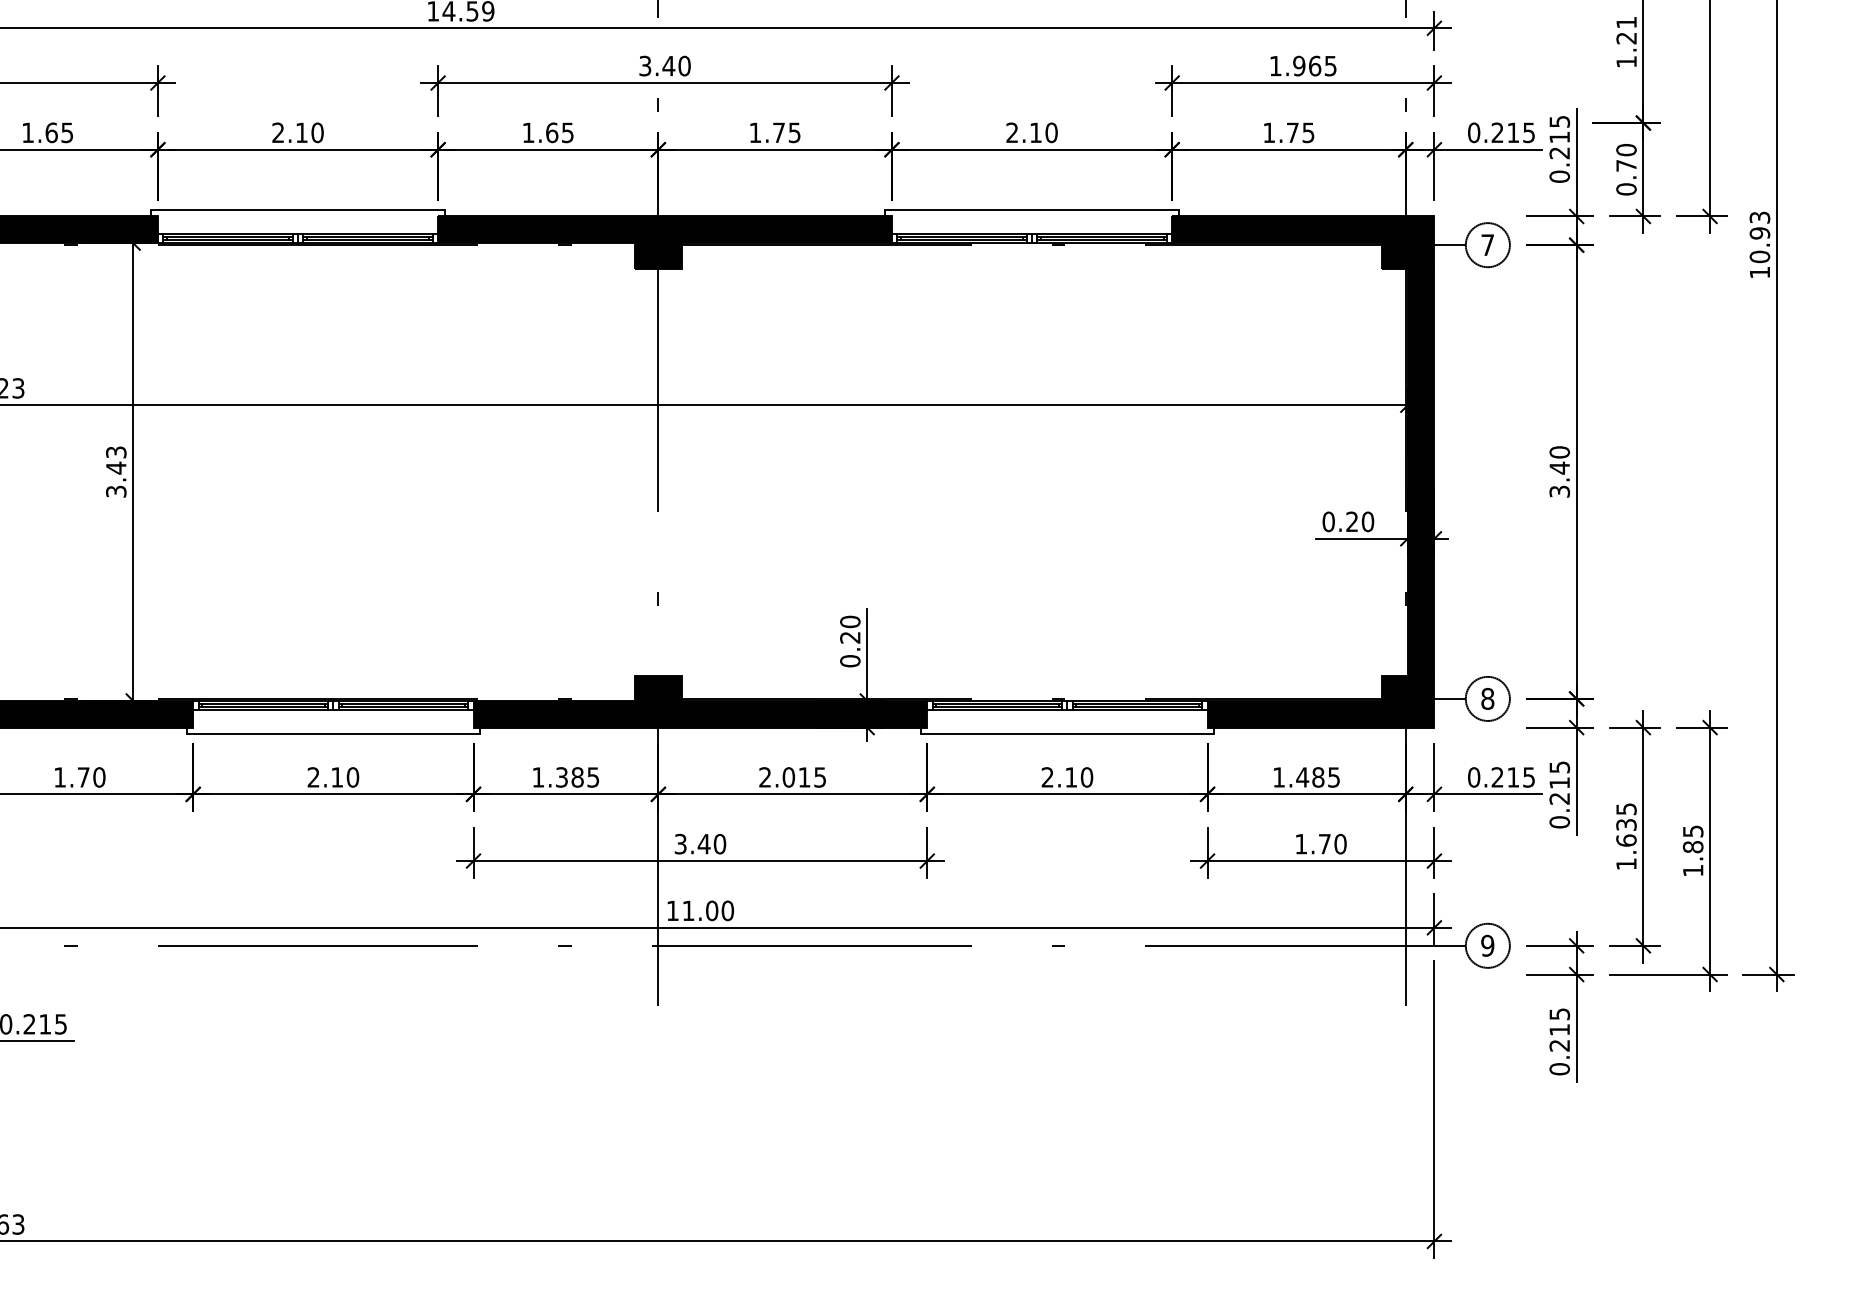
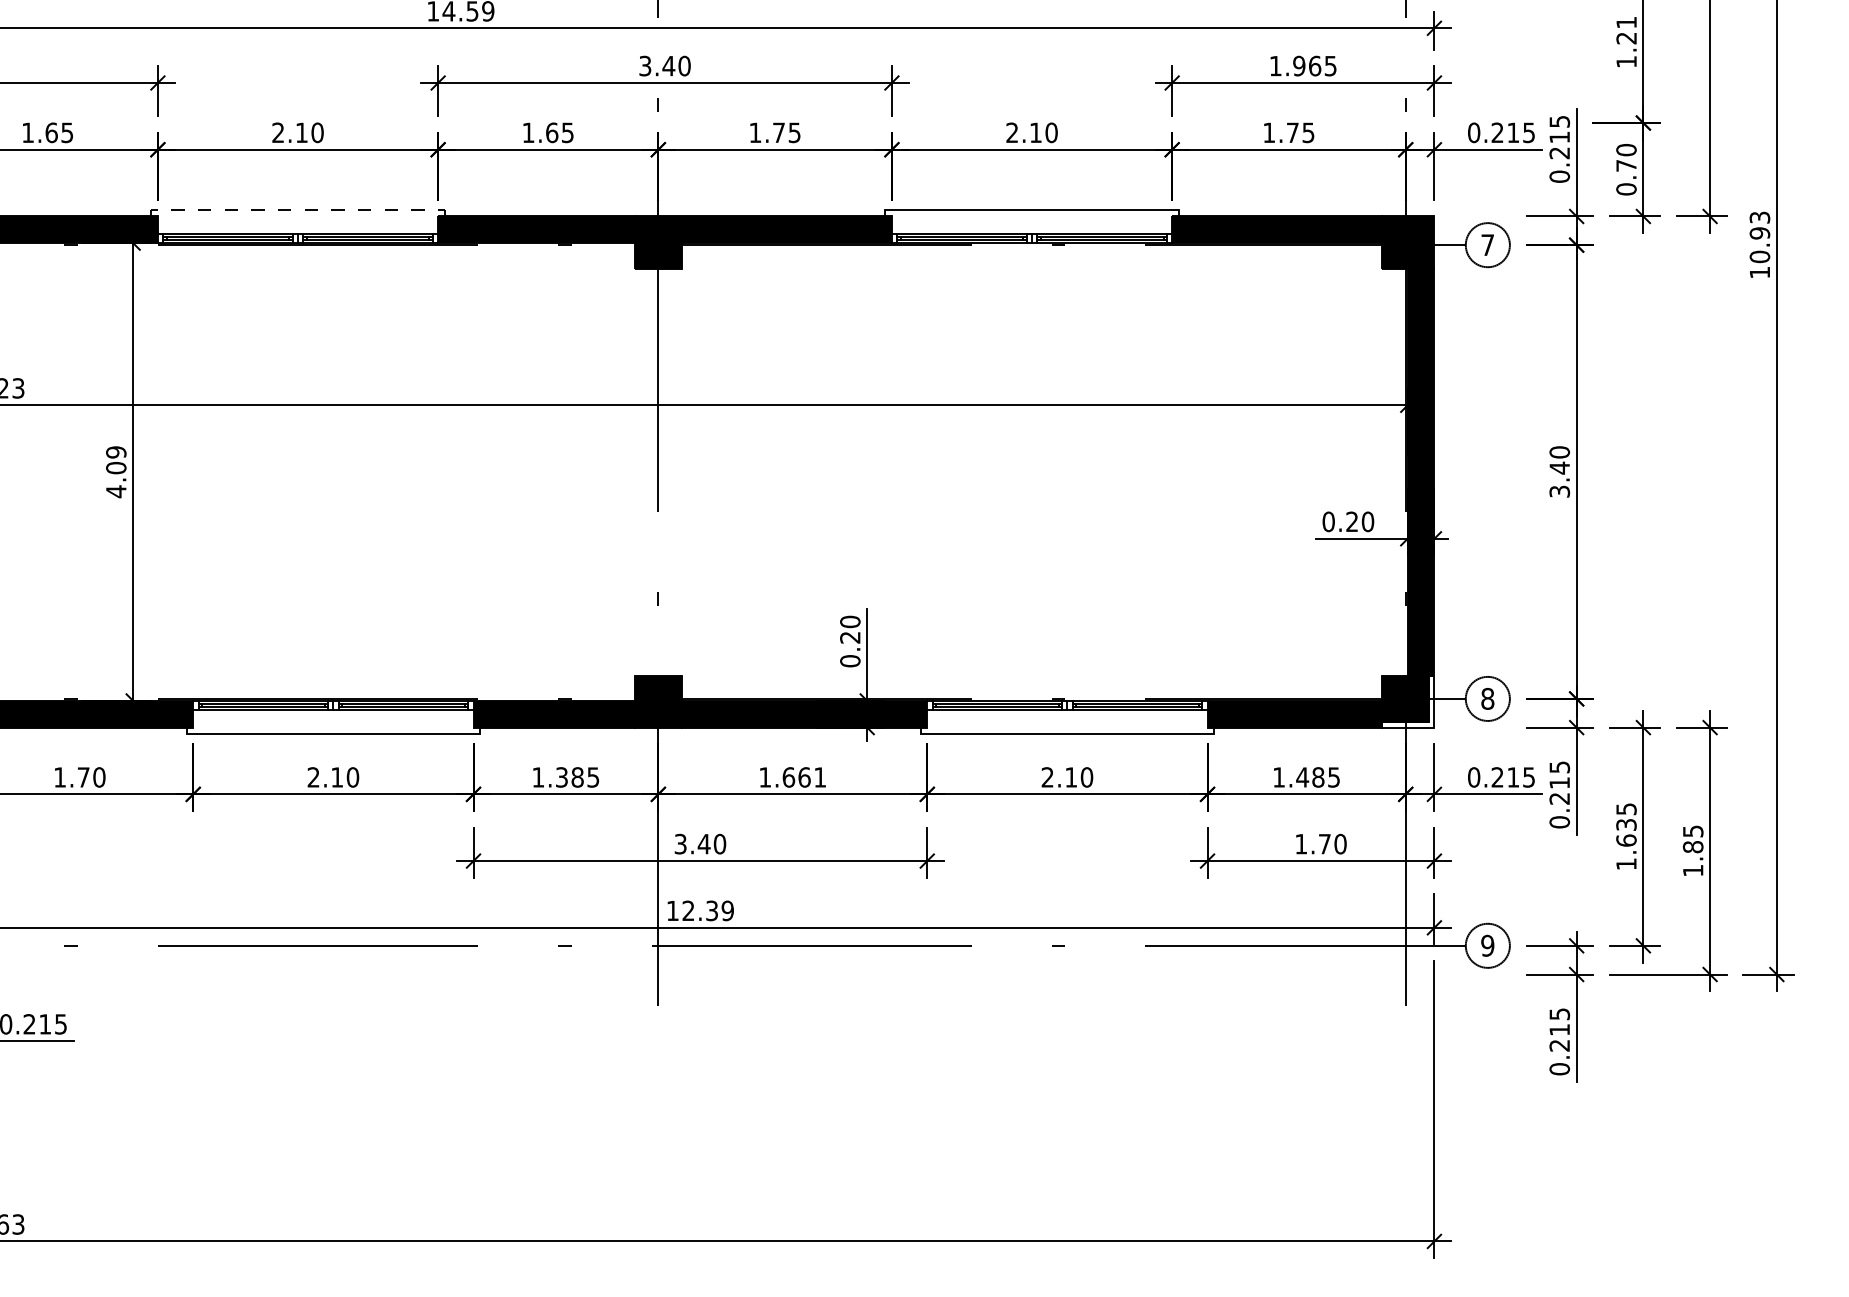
line at (298, 209): solid -> dashed
text at (116, 472): 3.43 -> 4.09
fill at (1408, 701): present -> none
text at (792, 777): 2.015 -> 1.661
text at (707, 910): 11.00 -> 12.39
